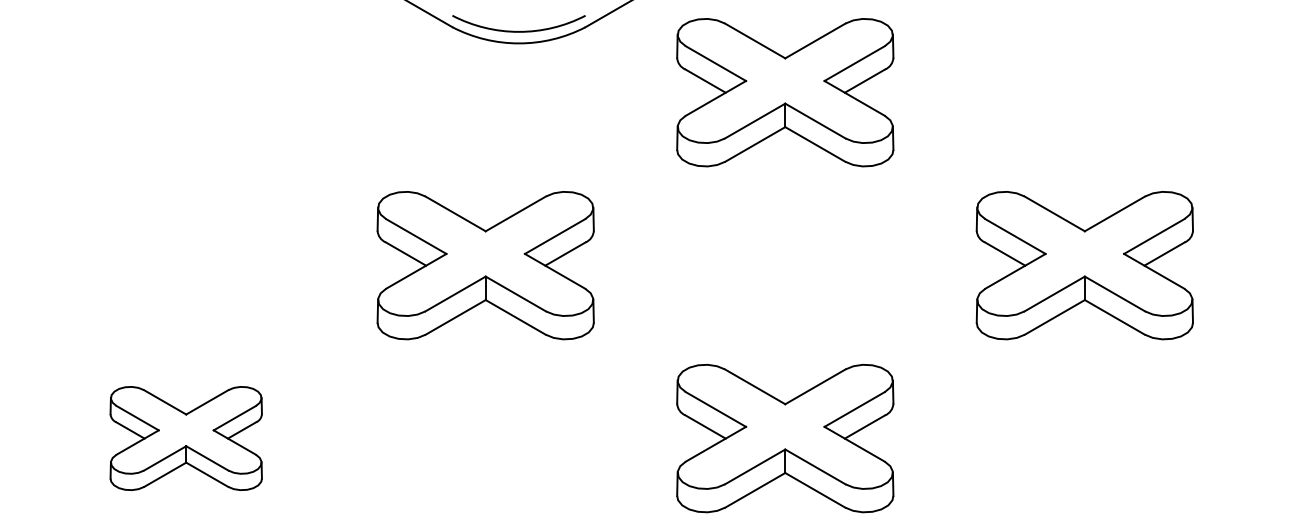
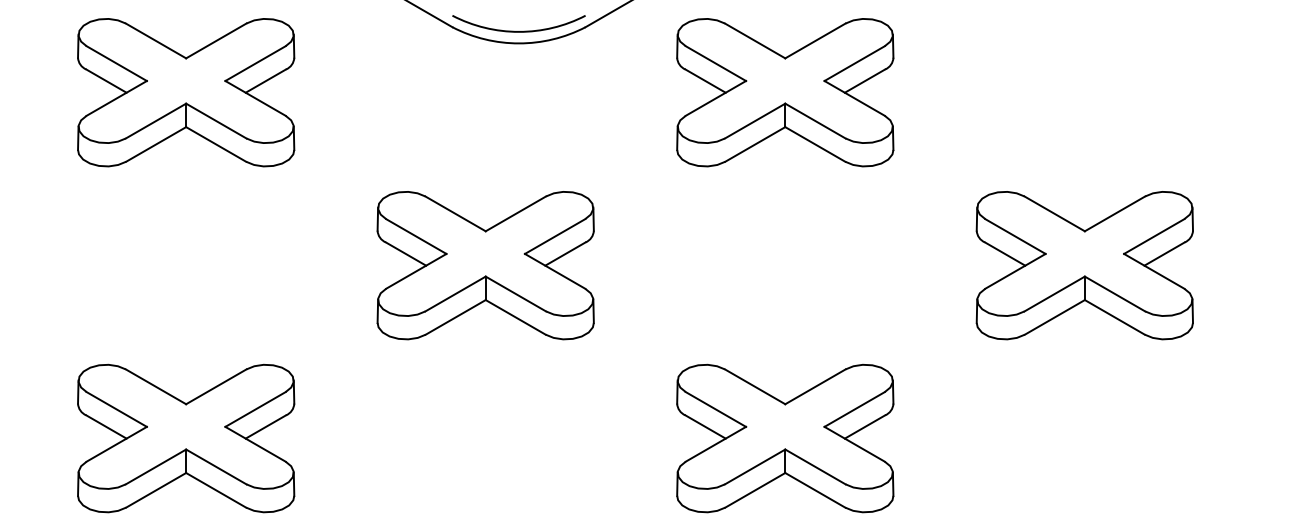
part at (186, 92): none -> present
part at (185, 438) size: 154x105 px -> 219x151 px
